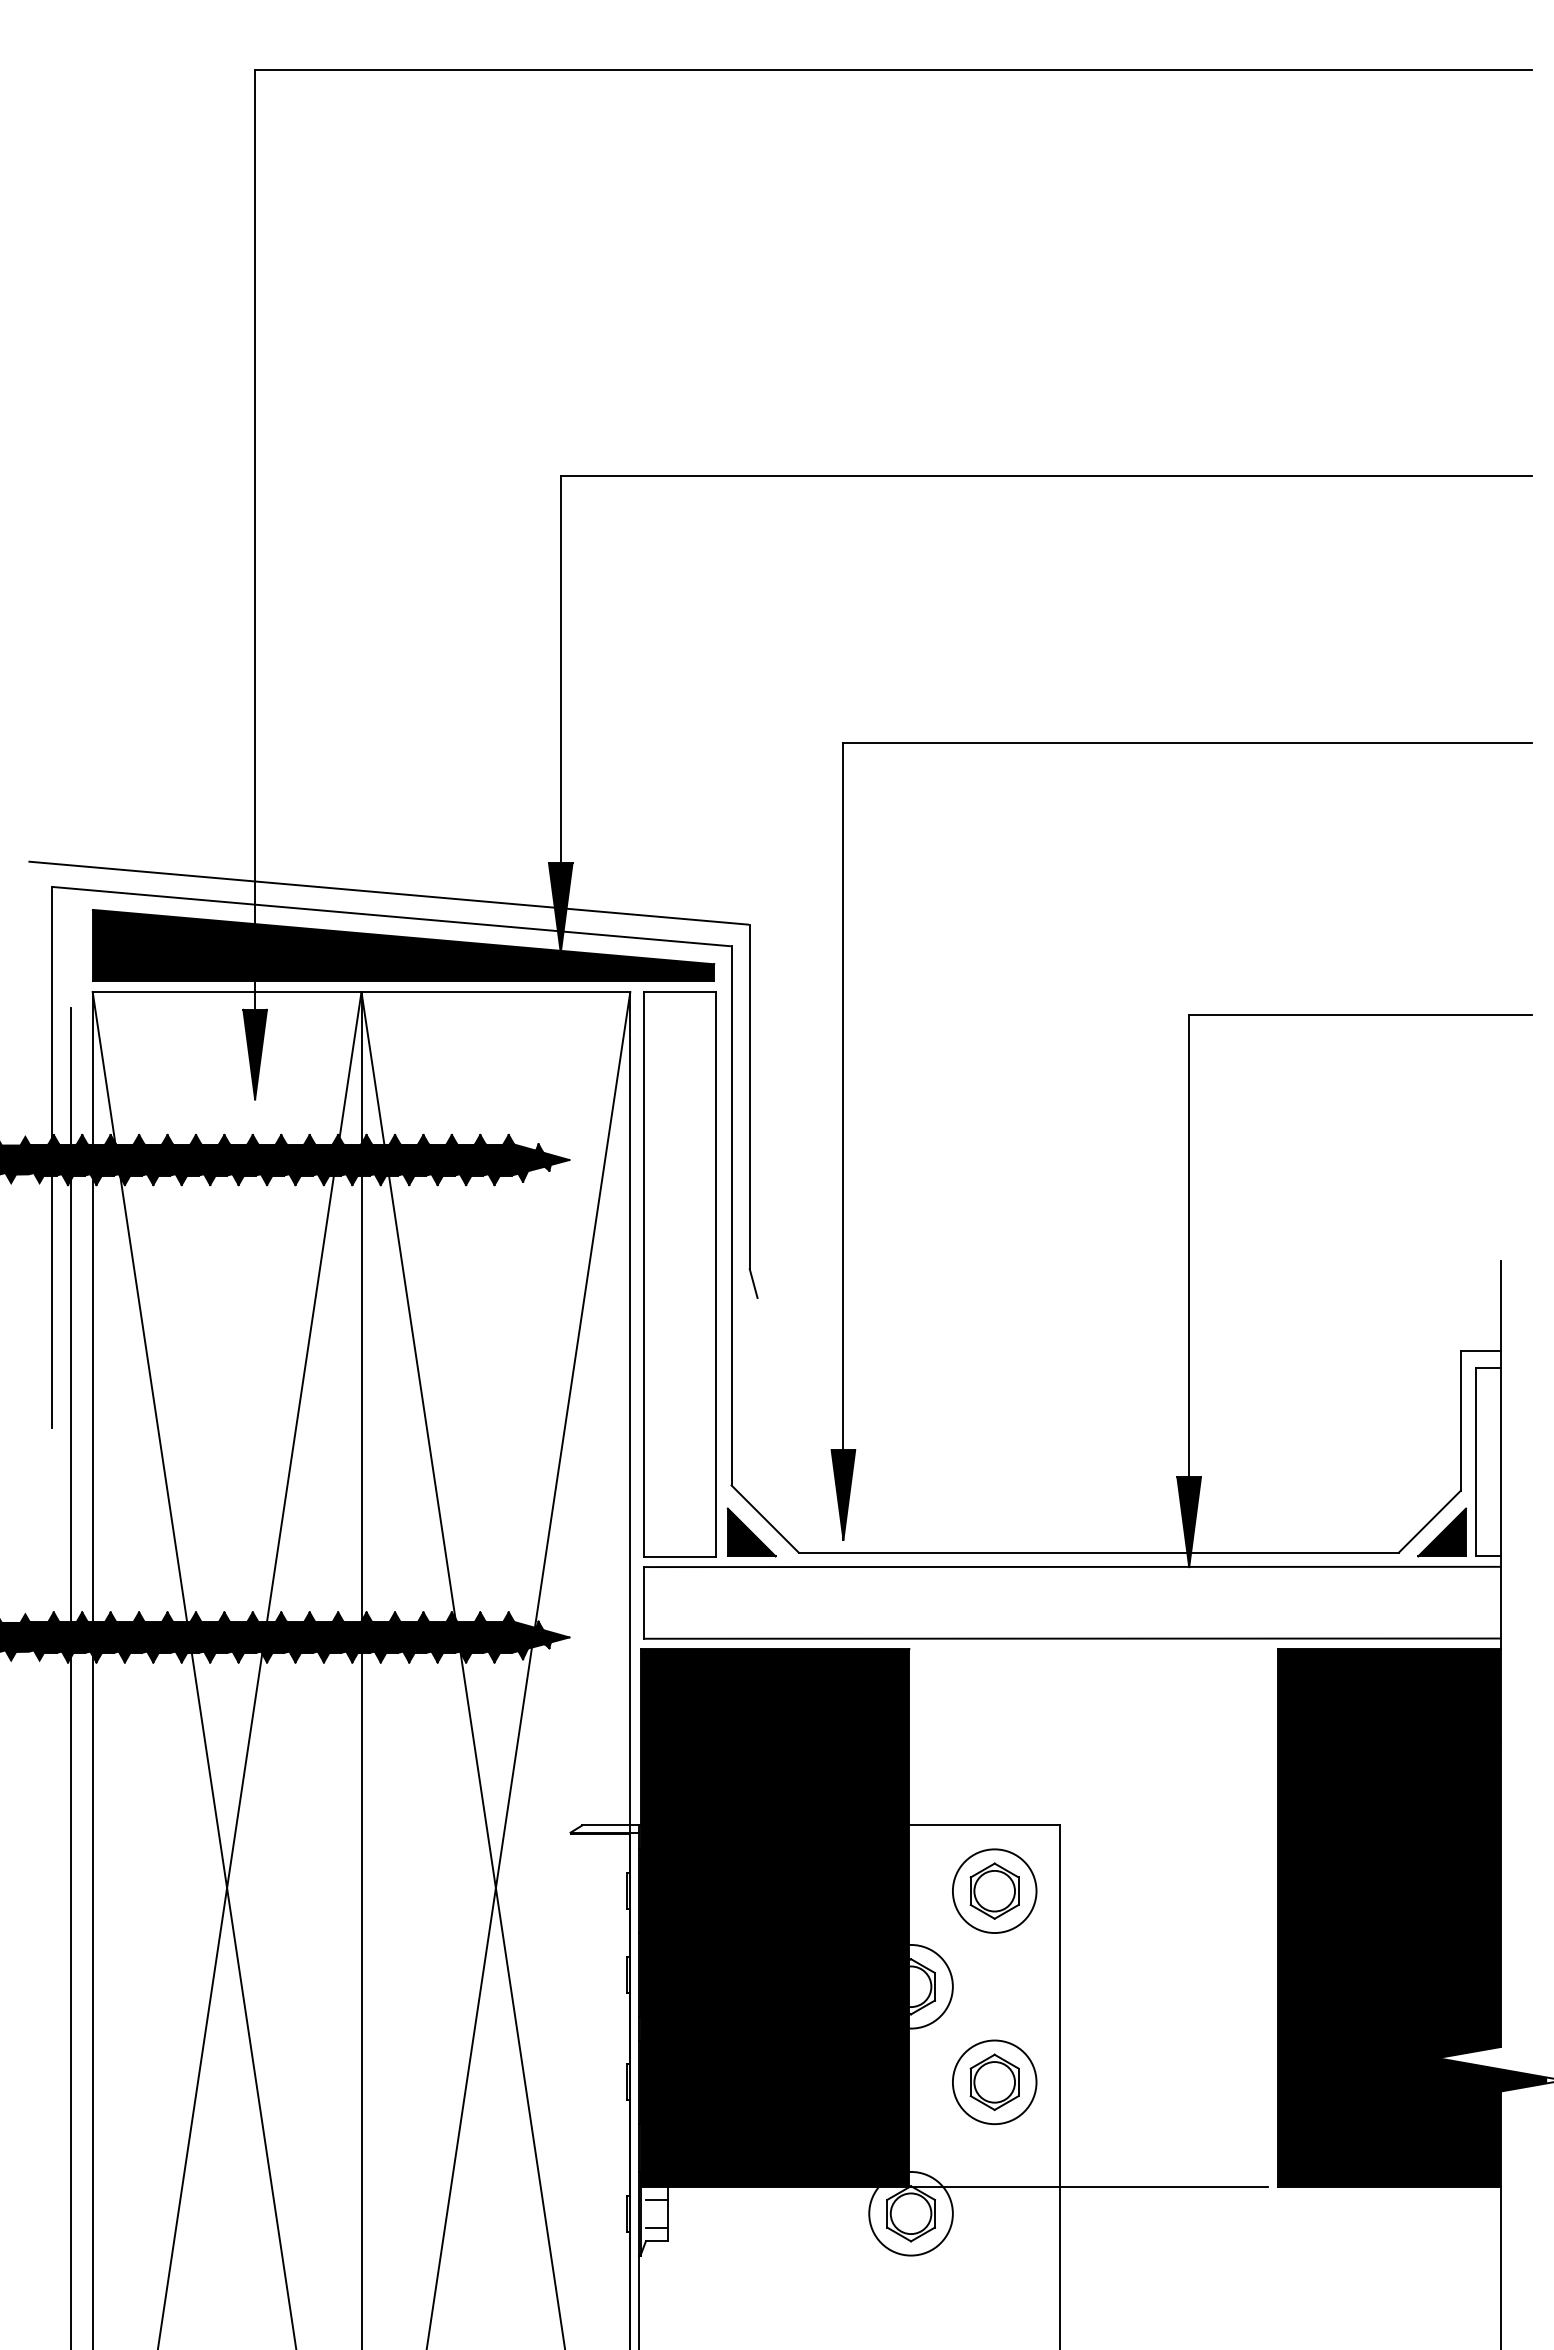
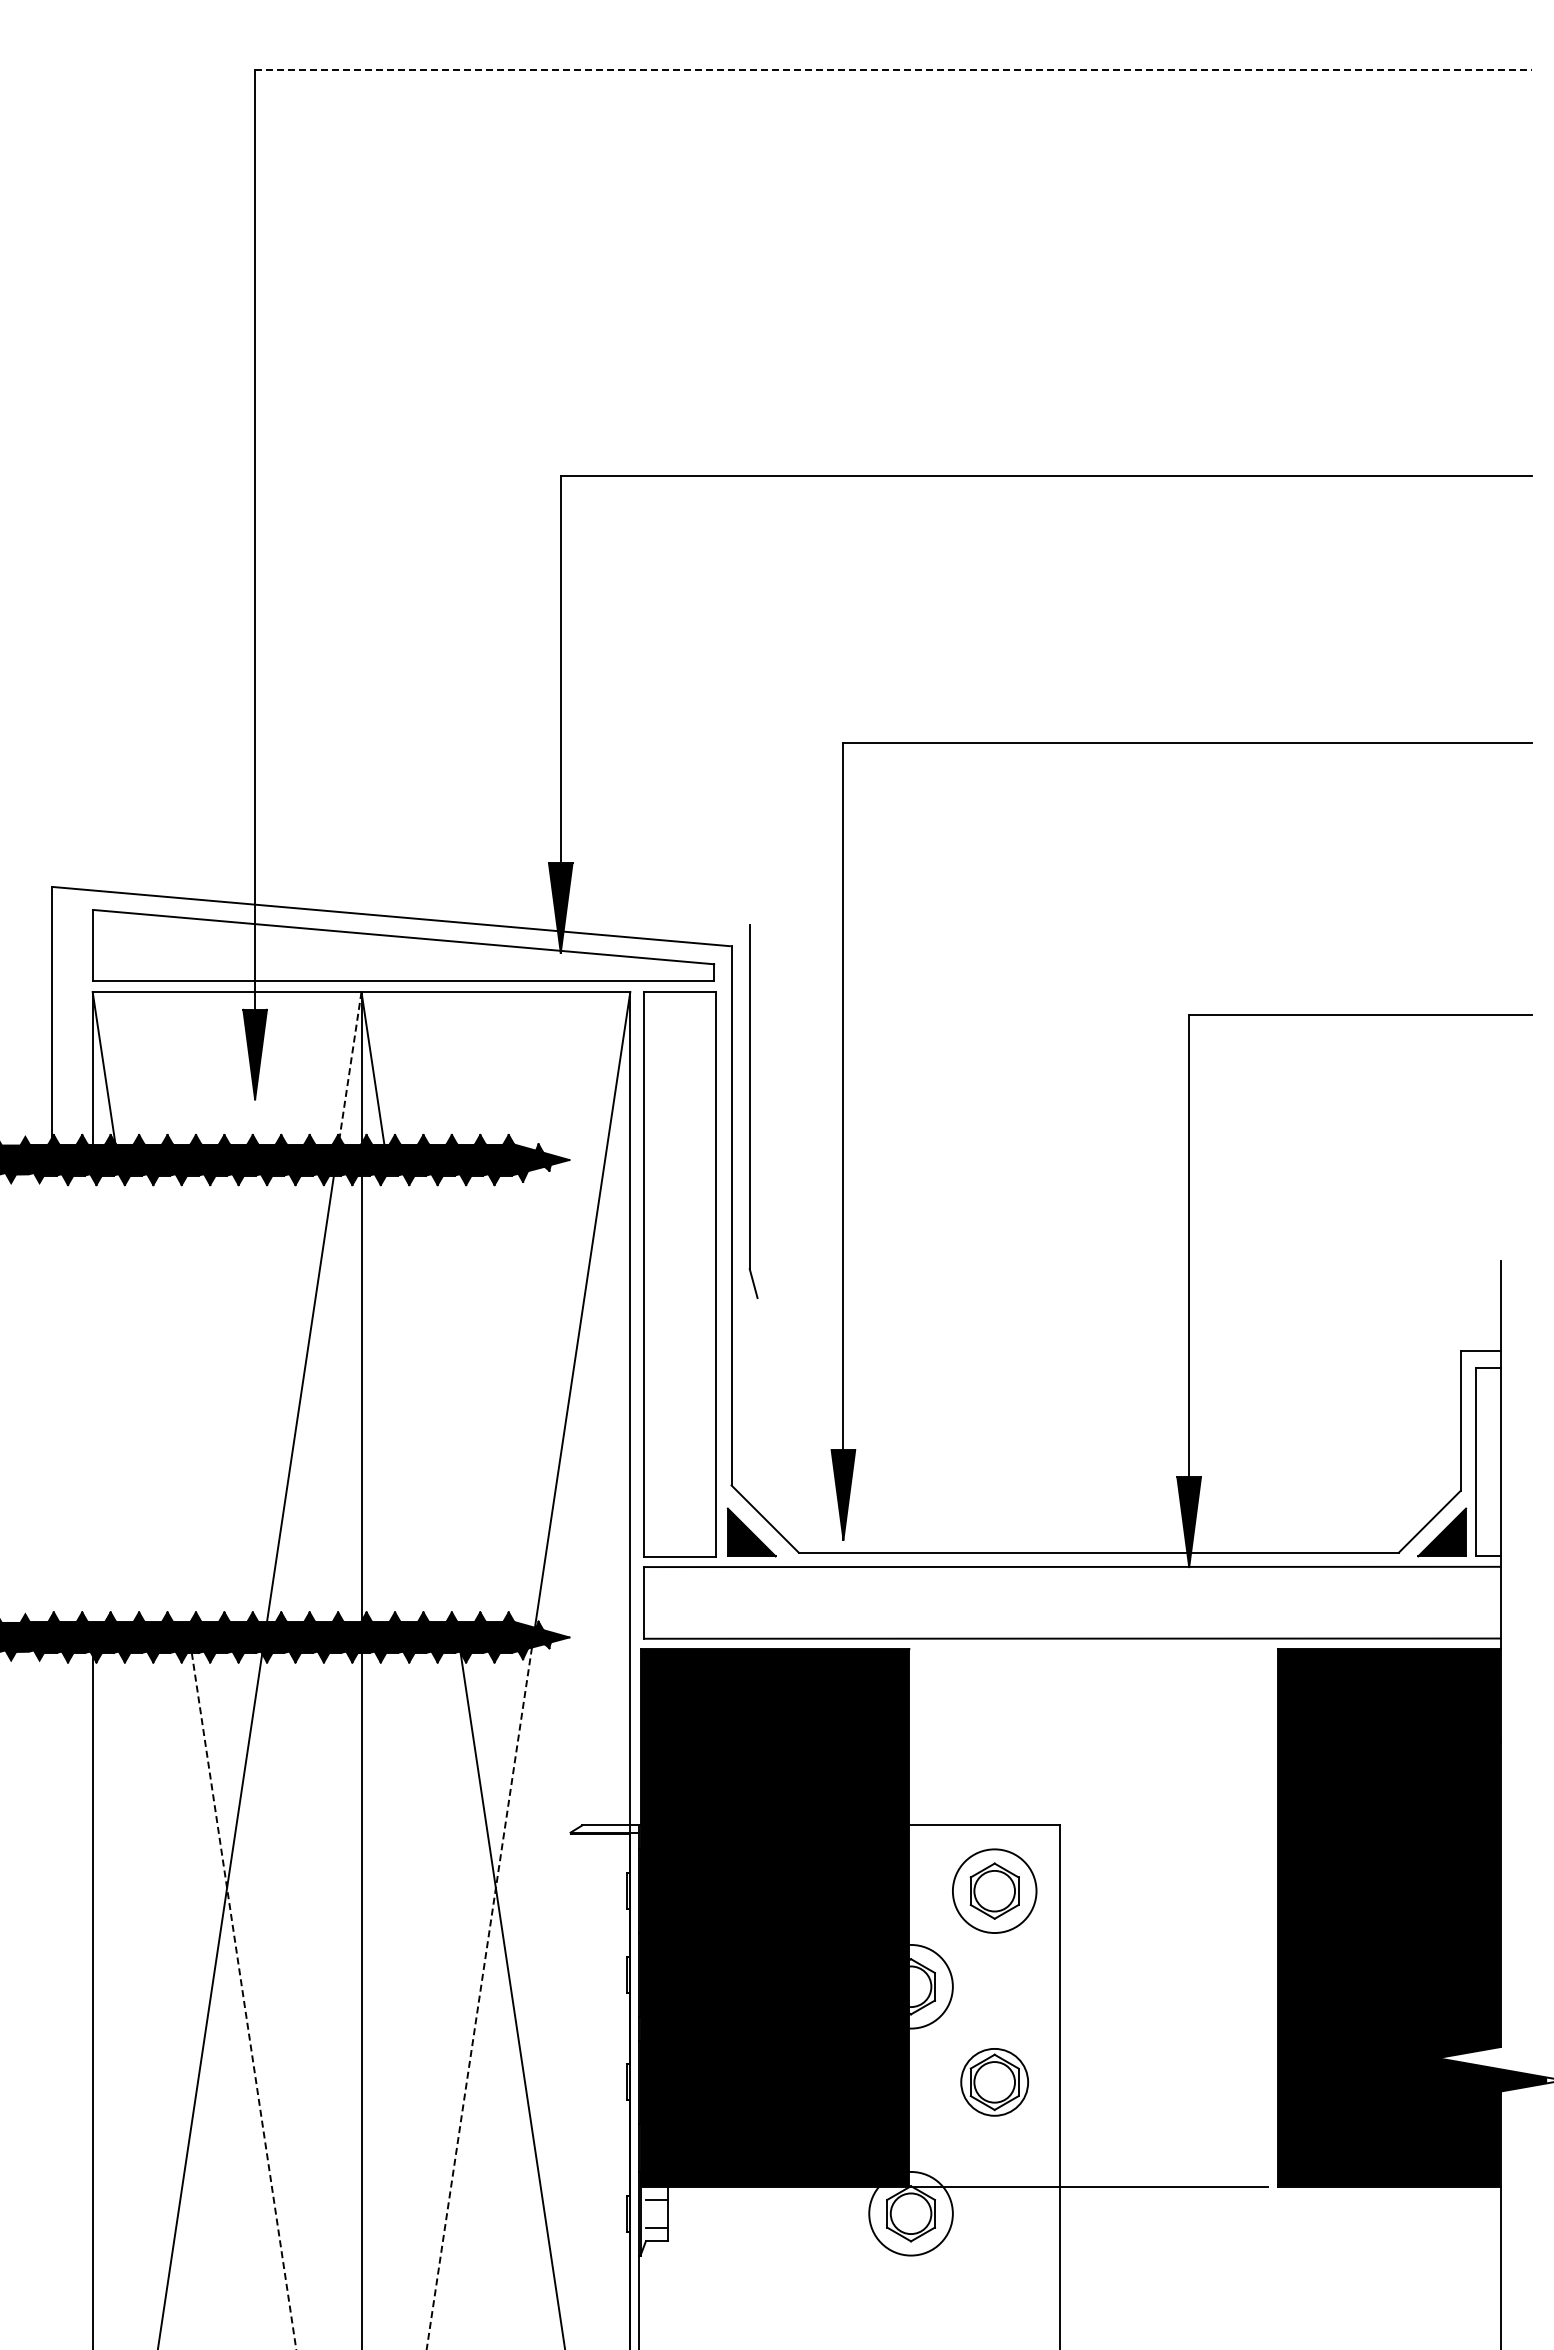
line at (894, 70): solid -> dashed
line at (388, 892): present -> none
fill at (403, 944): present -> none
line at (350, 1064): solid -> dashed
line at (70, 1076): present -> none
line at (52, 1301): present -> none
line at (421, 1396): present -> none
line at (92, 1399): present -> none
line at (153, 1399): present -> none
line at (70, 1400): present -> none
line at (479, 1998): solid -> dashed
line at (244, 2000): solid -> dashed
line at (70, 2001): present -> none
circle at (994, 2082) diameter: 84 px -> 67 px
